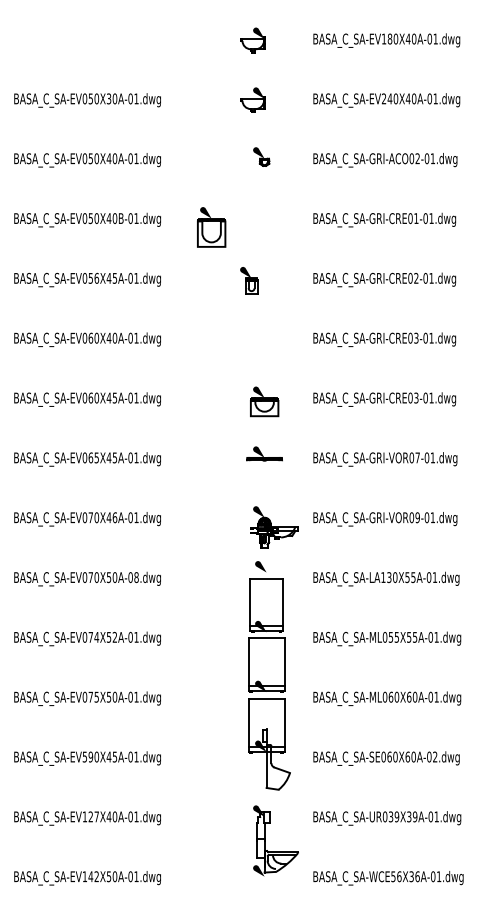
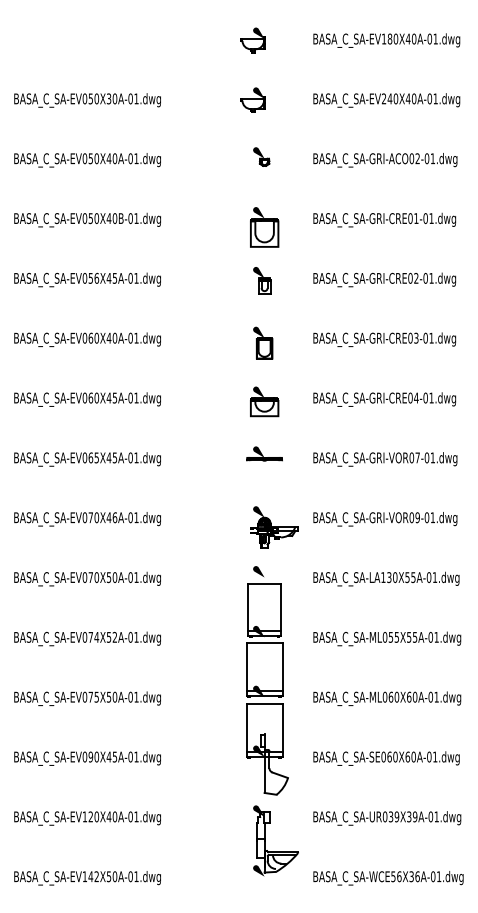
part at (211, 227) position: (211, 227) -> (264, 227)
part at (249, 280) position: (249, 280) -> (262, 280)
part at (263, 342): none -> present
text at (416, 397): BASA_C_SA-GRI-CRE03-01.dwg -> BASA_C_SA-GRI-CRE04-01.dwg
text at (136, 577): BASA_C_SA-EV070X50A-08.dwg -> BASA_C_SA-EV070X50A-01.dwg
part at (269, 675) position: (269, 675) -> (267, 680)
text at (84, 756): BASA_C_SA-EV590X45A-01.dwg -> BASA_C_SA-EV090X45A-01.dwg
text at (435, 756): BASA_C_SA-SE060X60A-02.dwg -> BASA_C_SA-SE060X60A-01.dwg
text at (96, 816): BASA_C_SA-EV127X40A-01.dwg -> BASA_C_SA-EV120X40A-01.dwg
